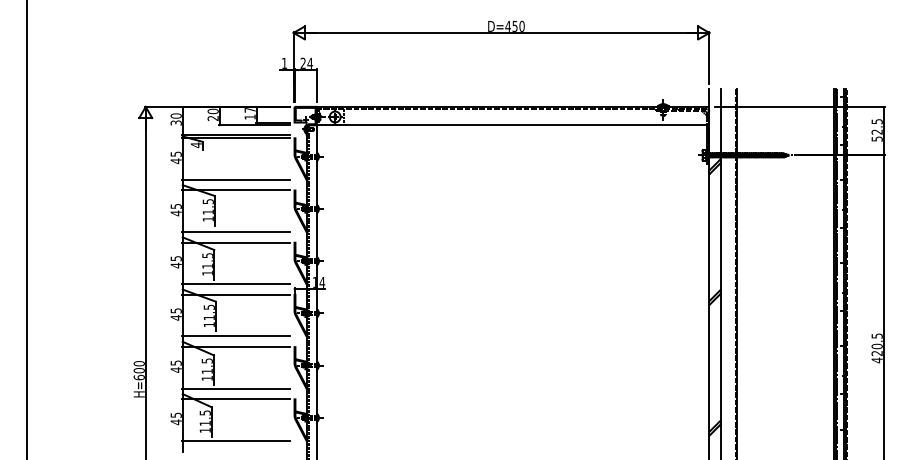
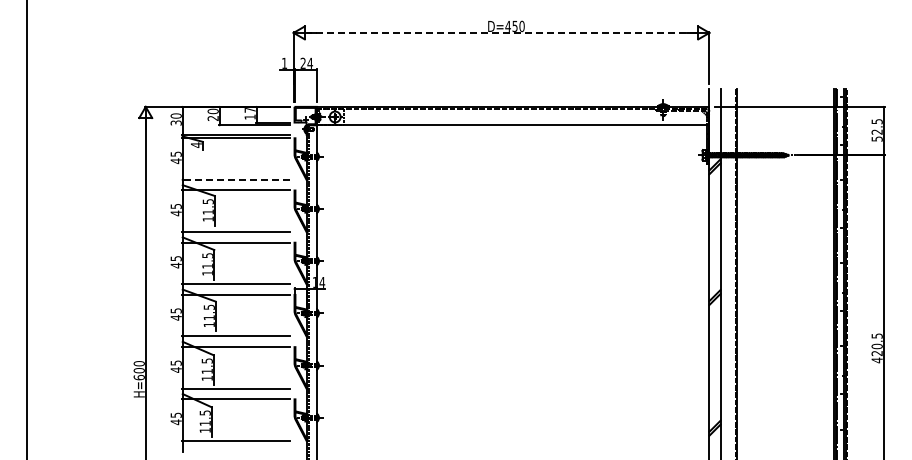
line at (501, 32): solid -> dashed
line at (235, 179): solid -> dashed
